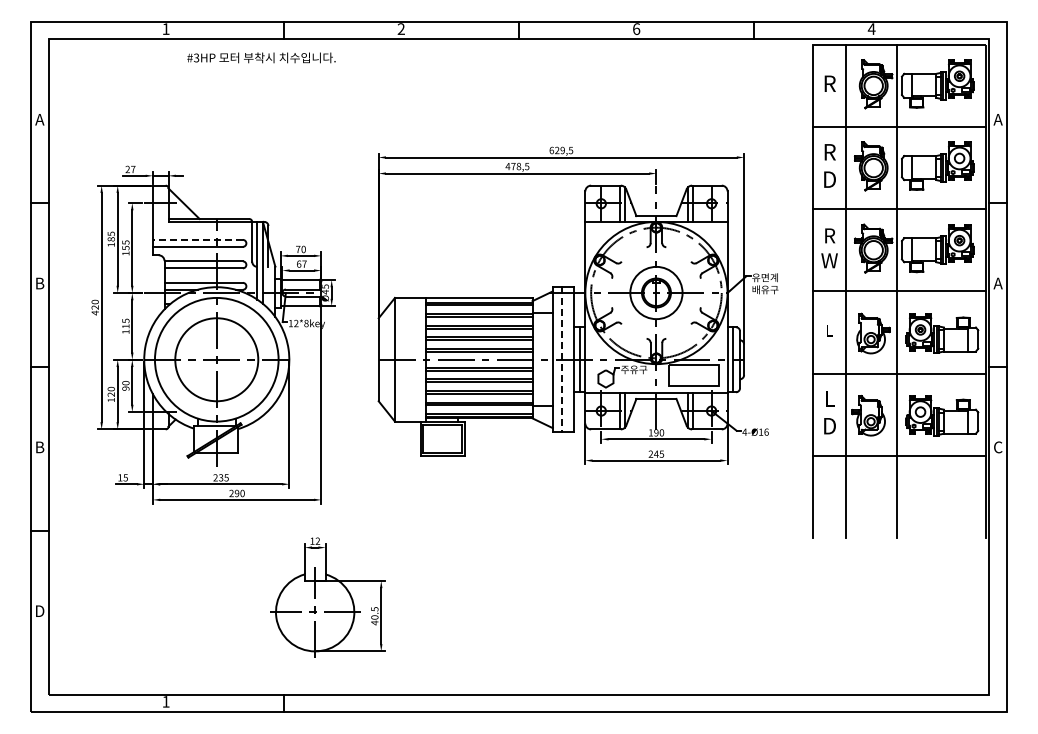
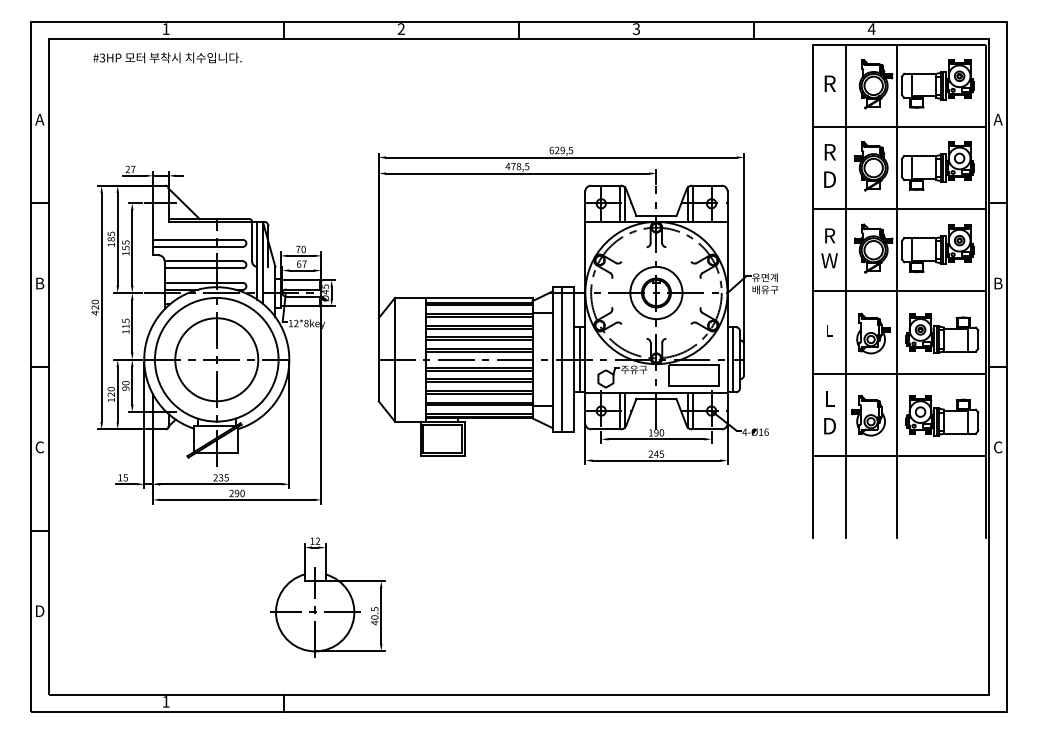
text at (636, 28): 6 -> 3
text at (261, 57) position: (261, 57) -> (167, 57)
line at (197, 239): dashed -> solid
text at (997, 283): A -> B
line at (561, 359): dashed -> solid
text at (39, 447): B -> C
